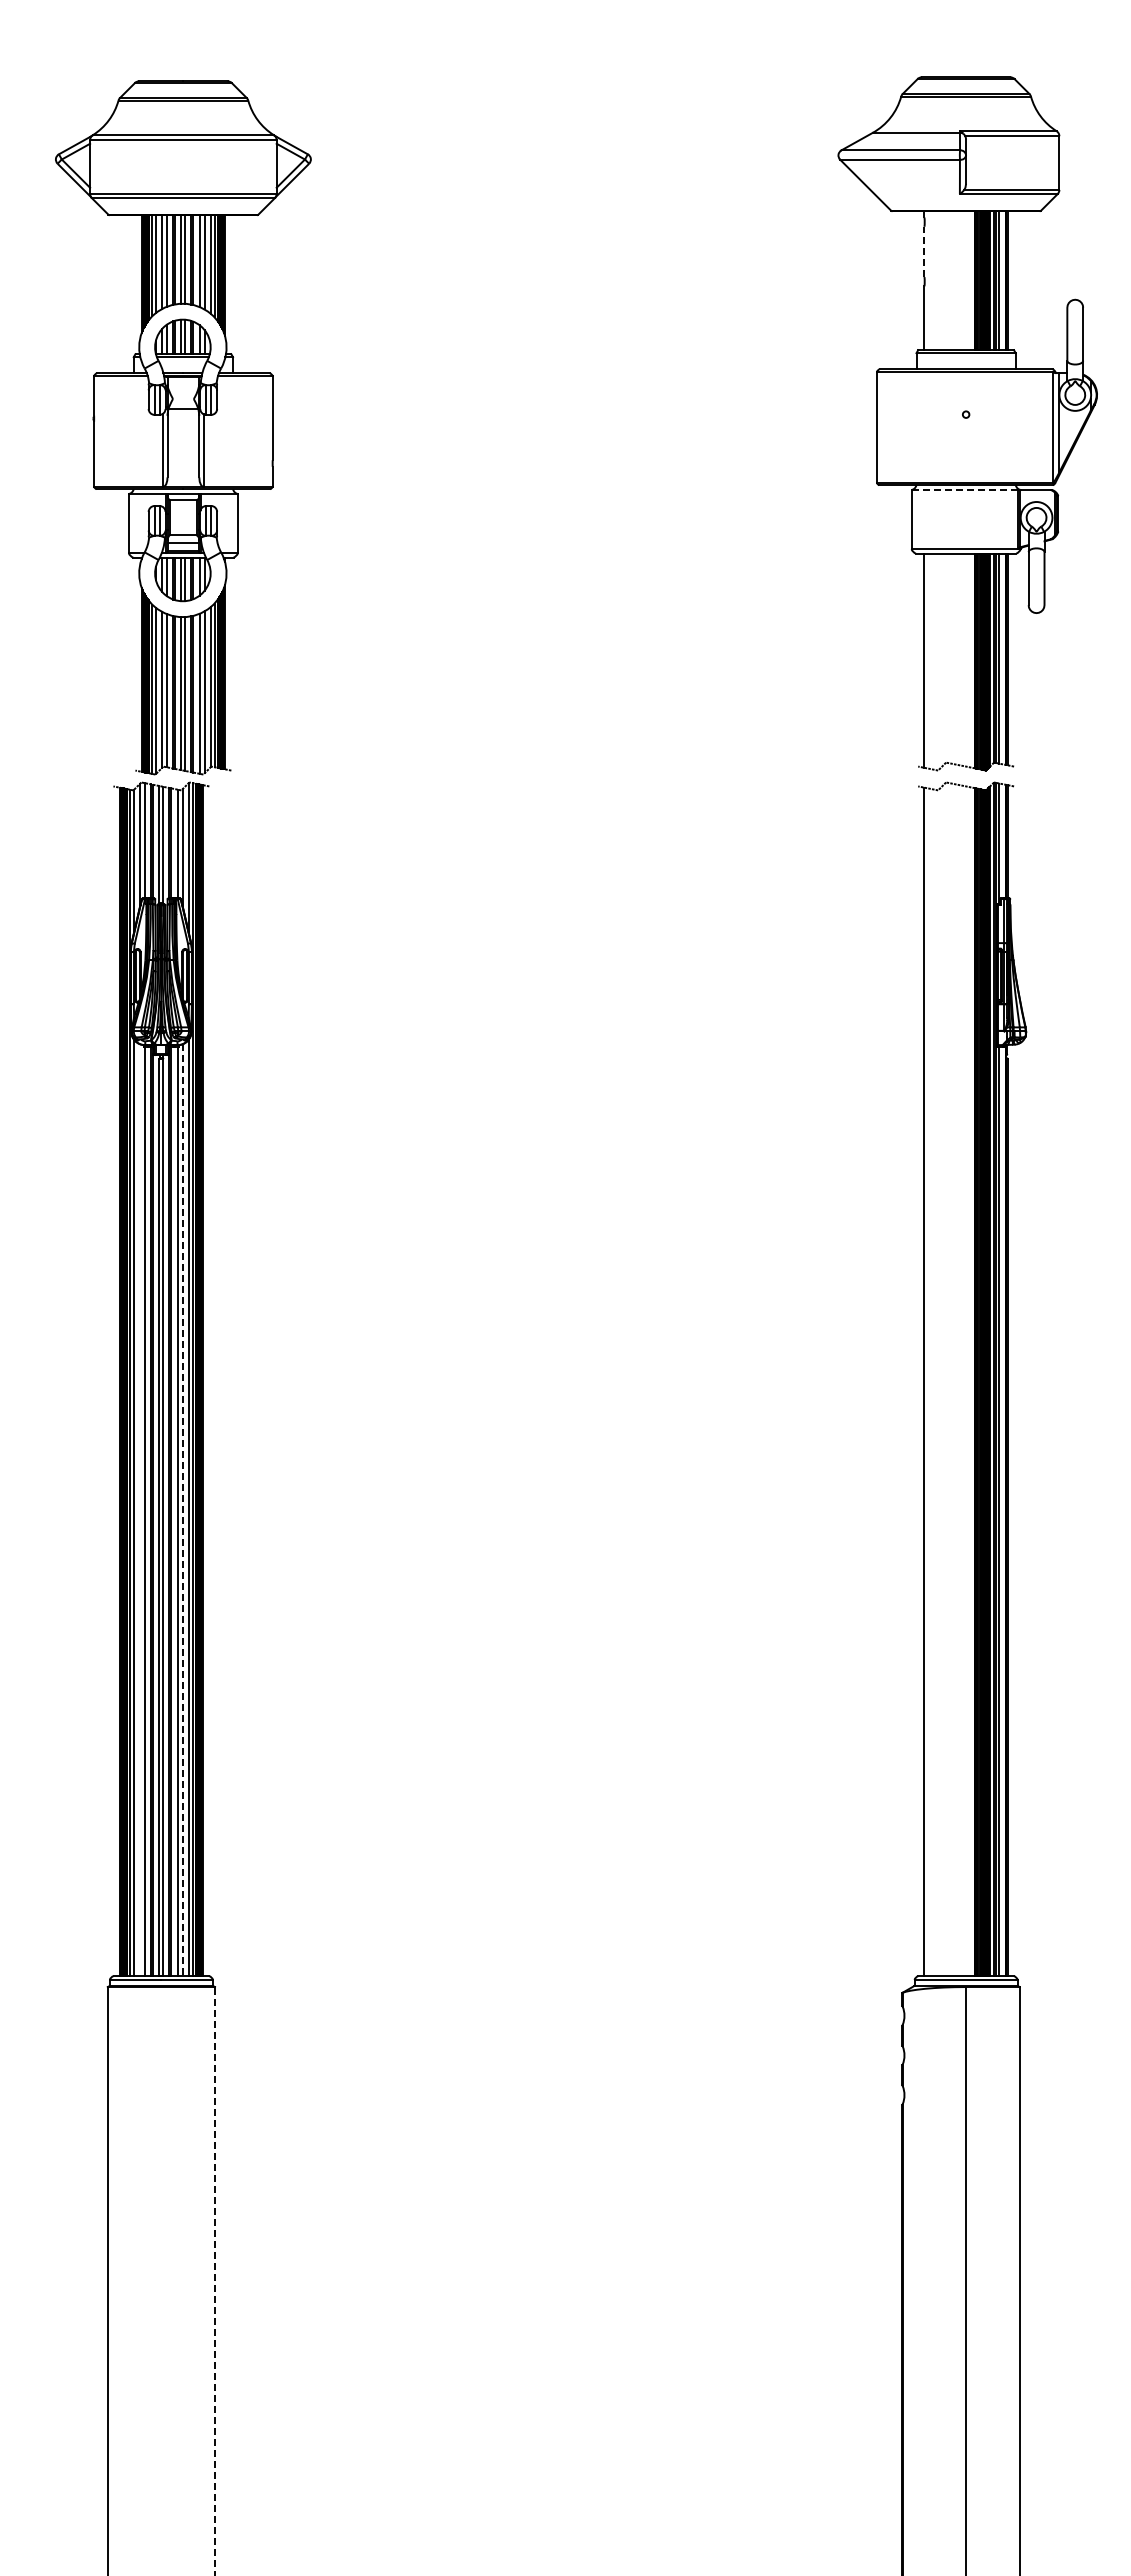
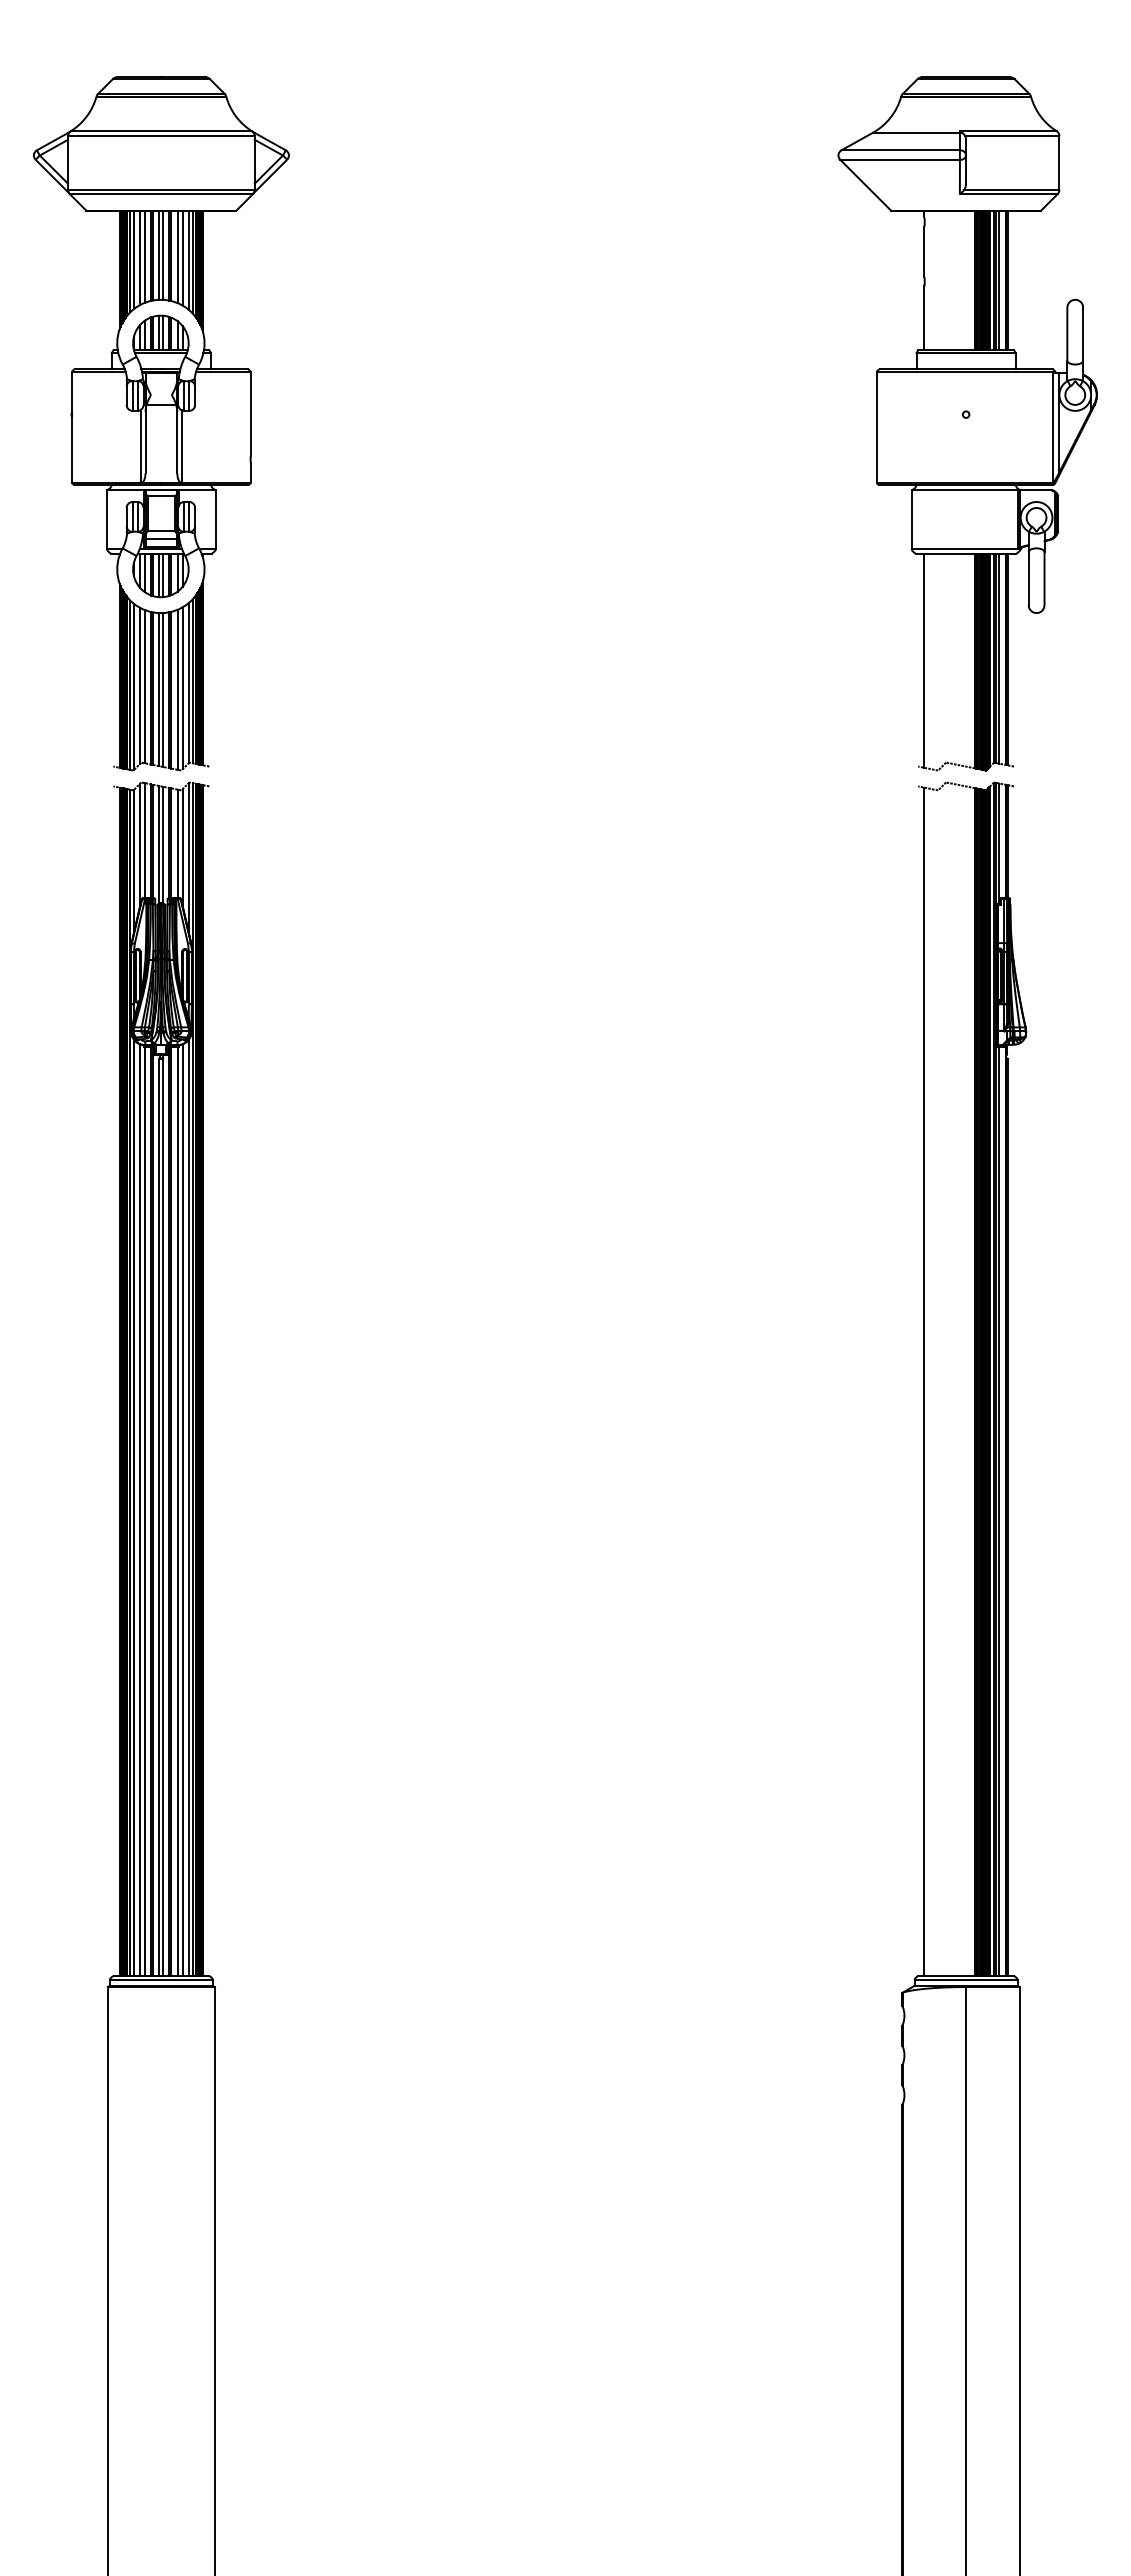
line at (924, 251): dashed -> solid
part at (183, 427) position: (183, 427) -> (161, 423)
line at (964, 490): dashed -> solid
line at (140, 1510): none -> present
line at (182, 1510): dashed -> solid
line at (214, 2280): dashed -> solid
